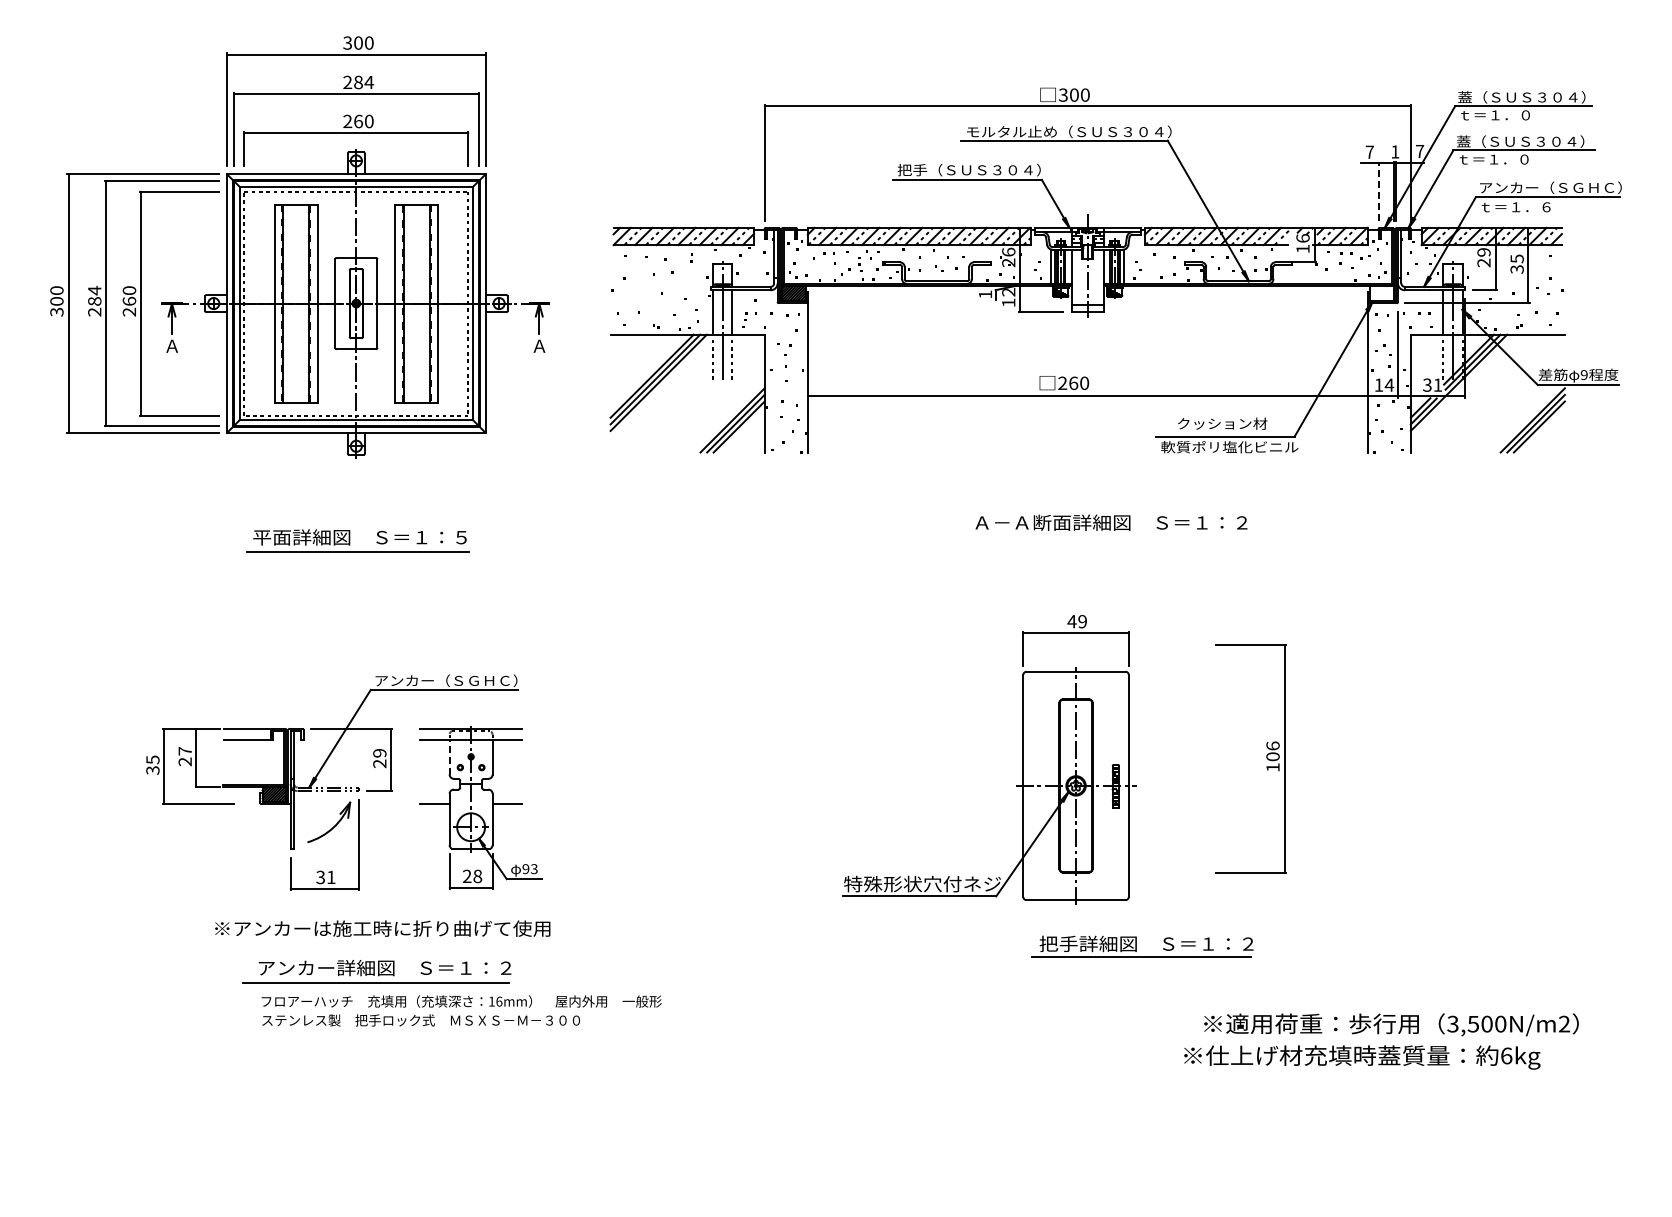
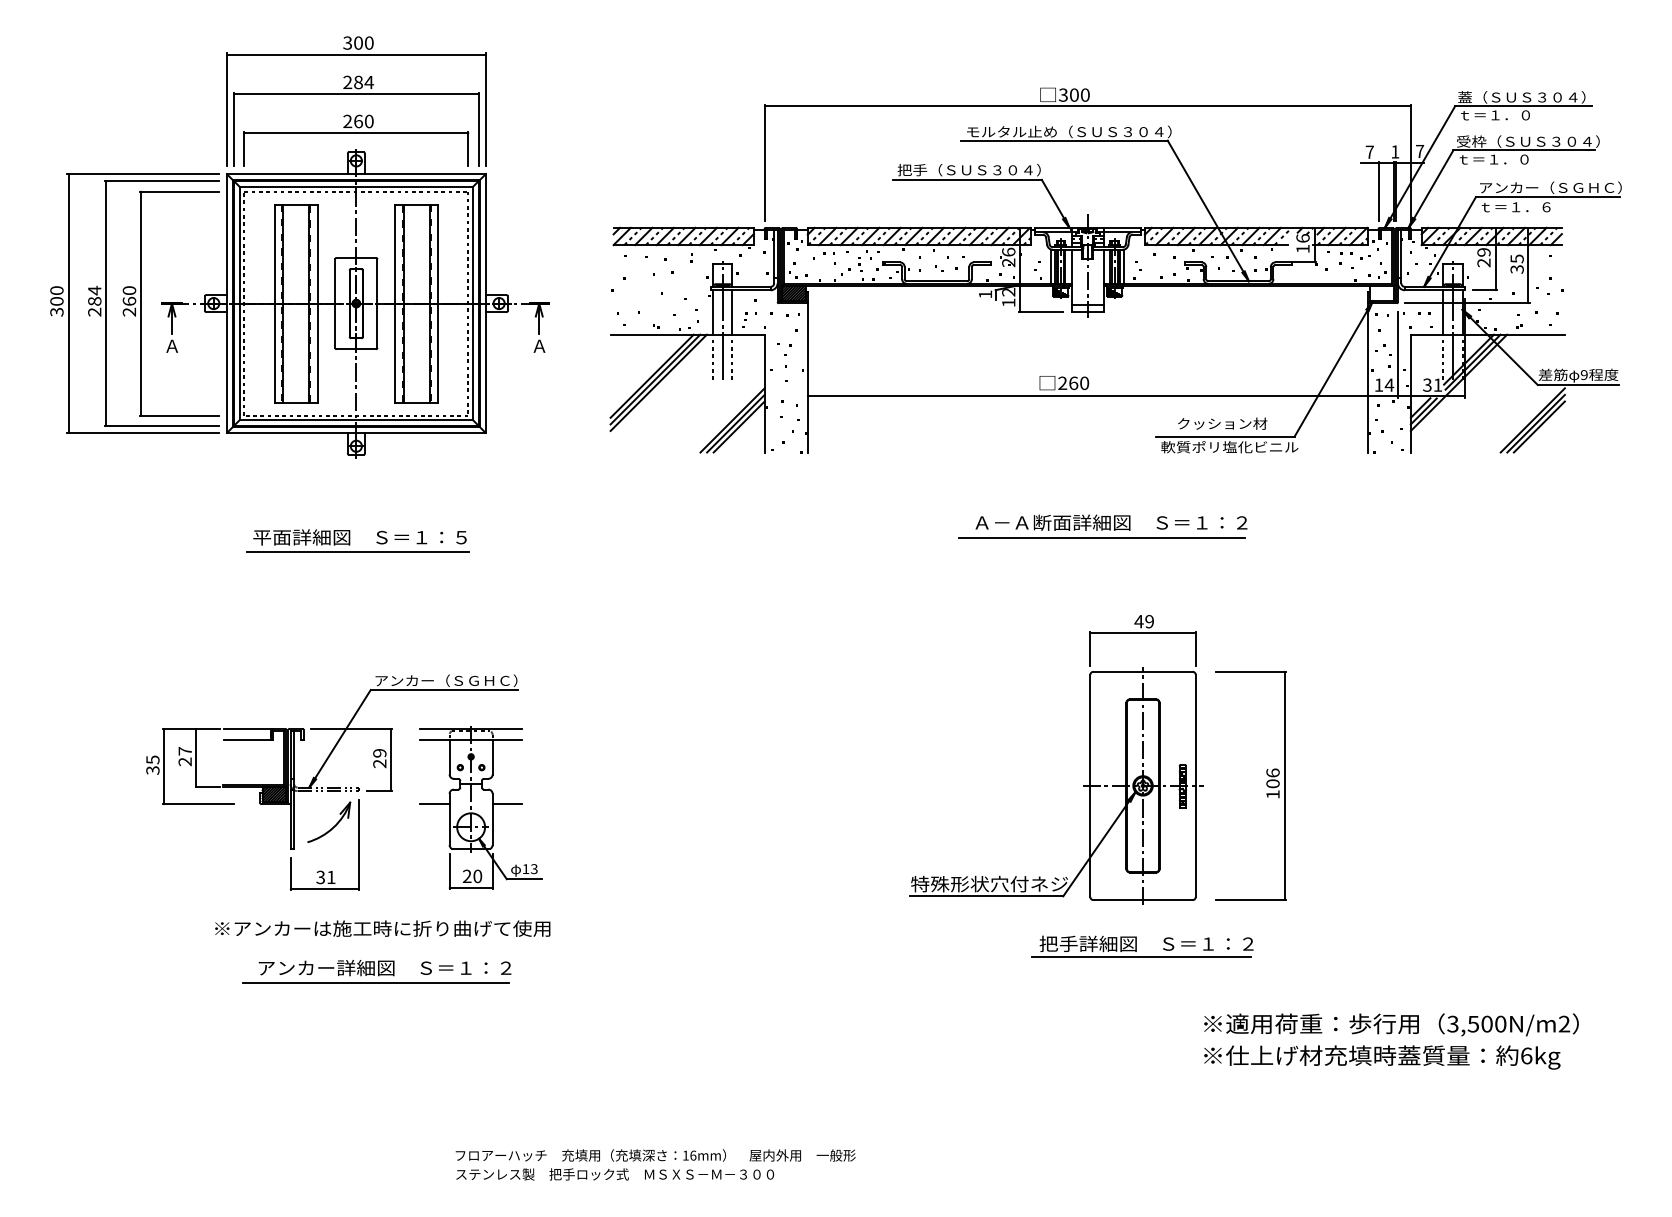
text at (1528, 141): 蓋（ＳＵＳ３０４） -> 受枠（ＳＵＳ３０４）
line at (1378, 191): dashed -> solid
line at (1101, 538): none -> present
line at (449, 756): dashed -> solid
part at (1266, 758) position: (1266, 758) -> (1266, 785)
part at (1022, 759) position: (1022, 759) -> (1089, 759)
text at (525, 869): 93 -> 13
text at (477, 876): 28 -> 20
text at (461, 1010) position: (461, 1010) -> (655, 1164)
text at (1362, 1057) position: (1362, 1057) -> (1382, 1057)
